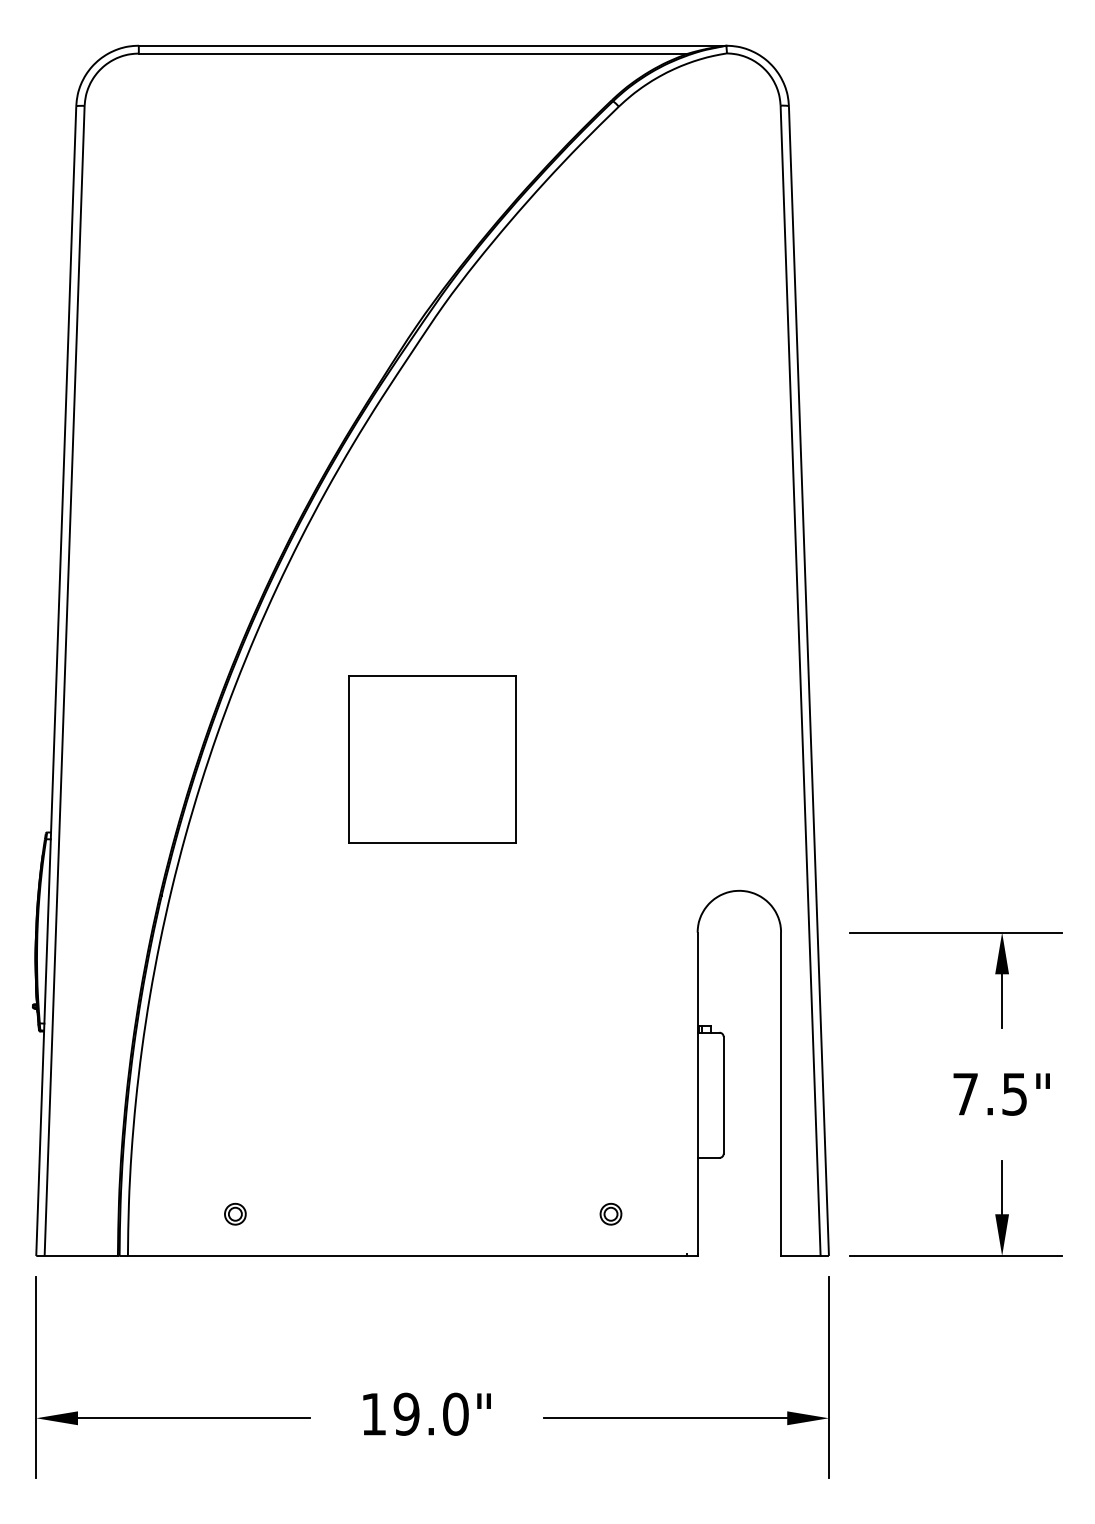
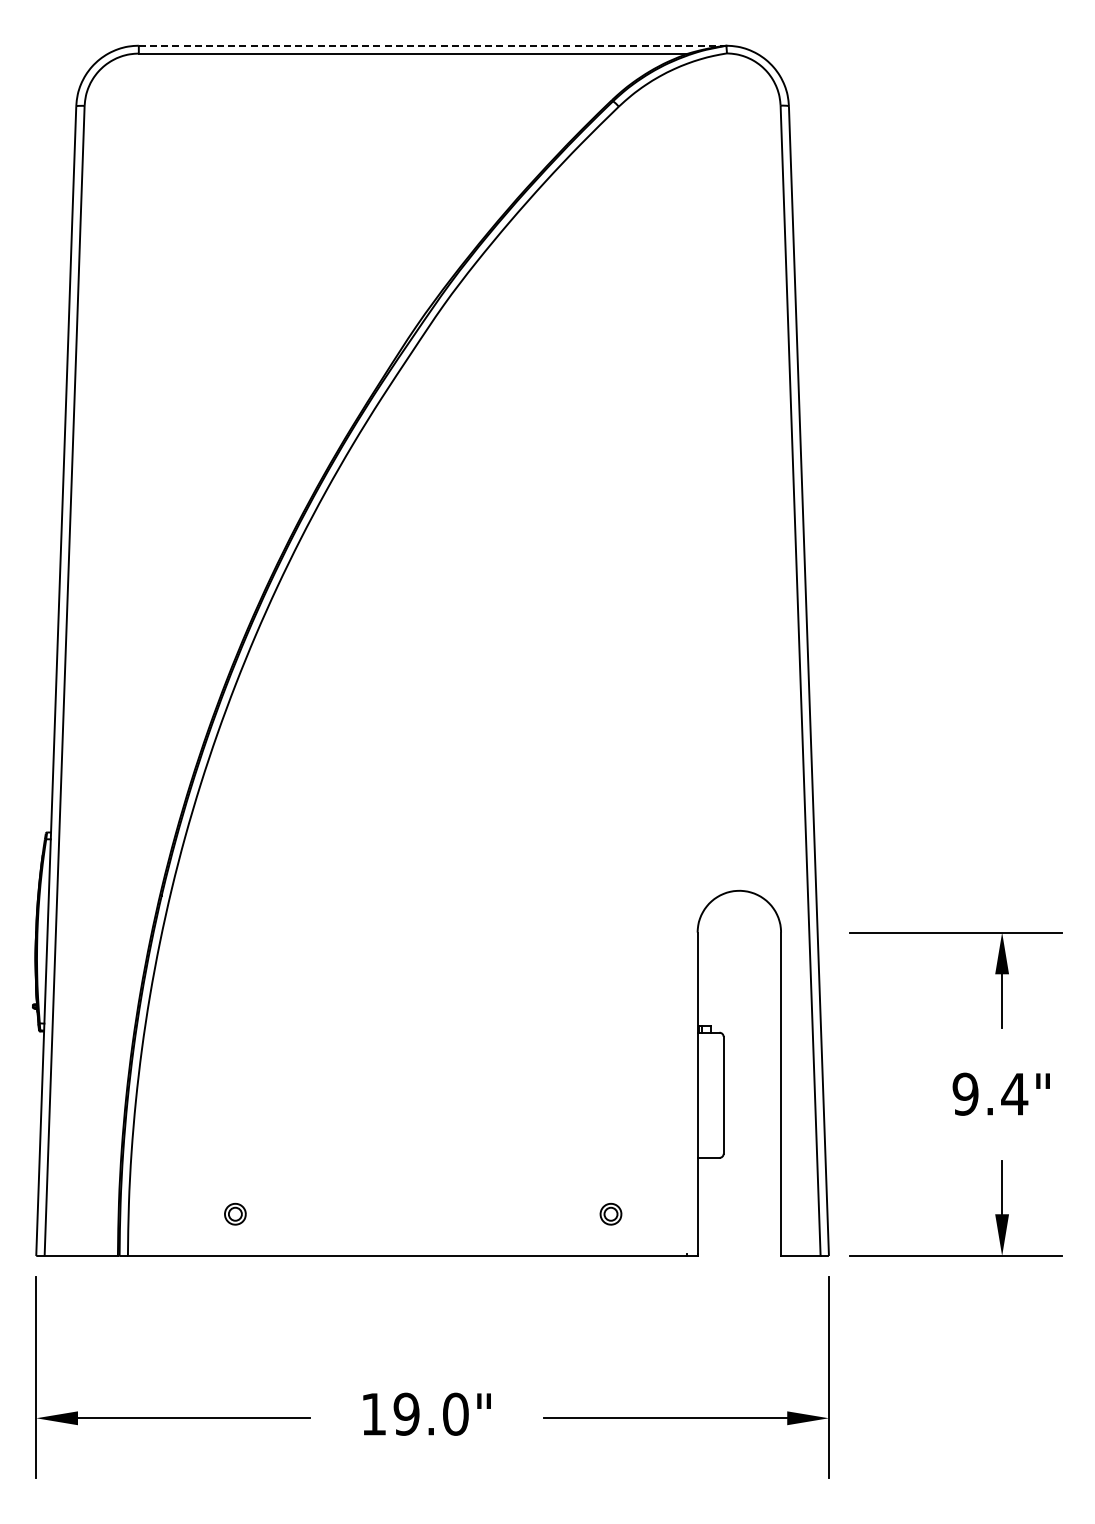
line at (432, 45): solid -> dashed
part at (432, 759): present -> none
text at (990, 1093): 7.5" -> 9.4"
